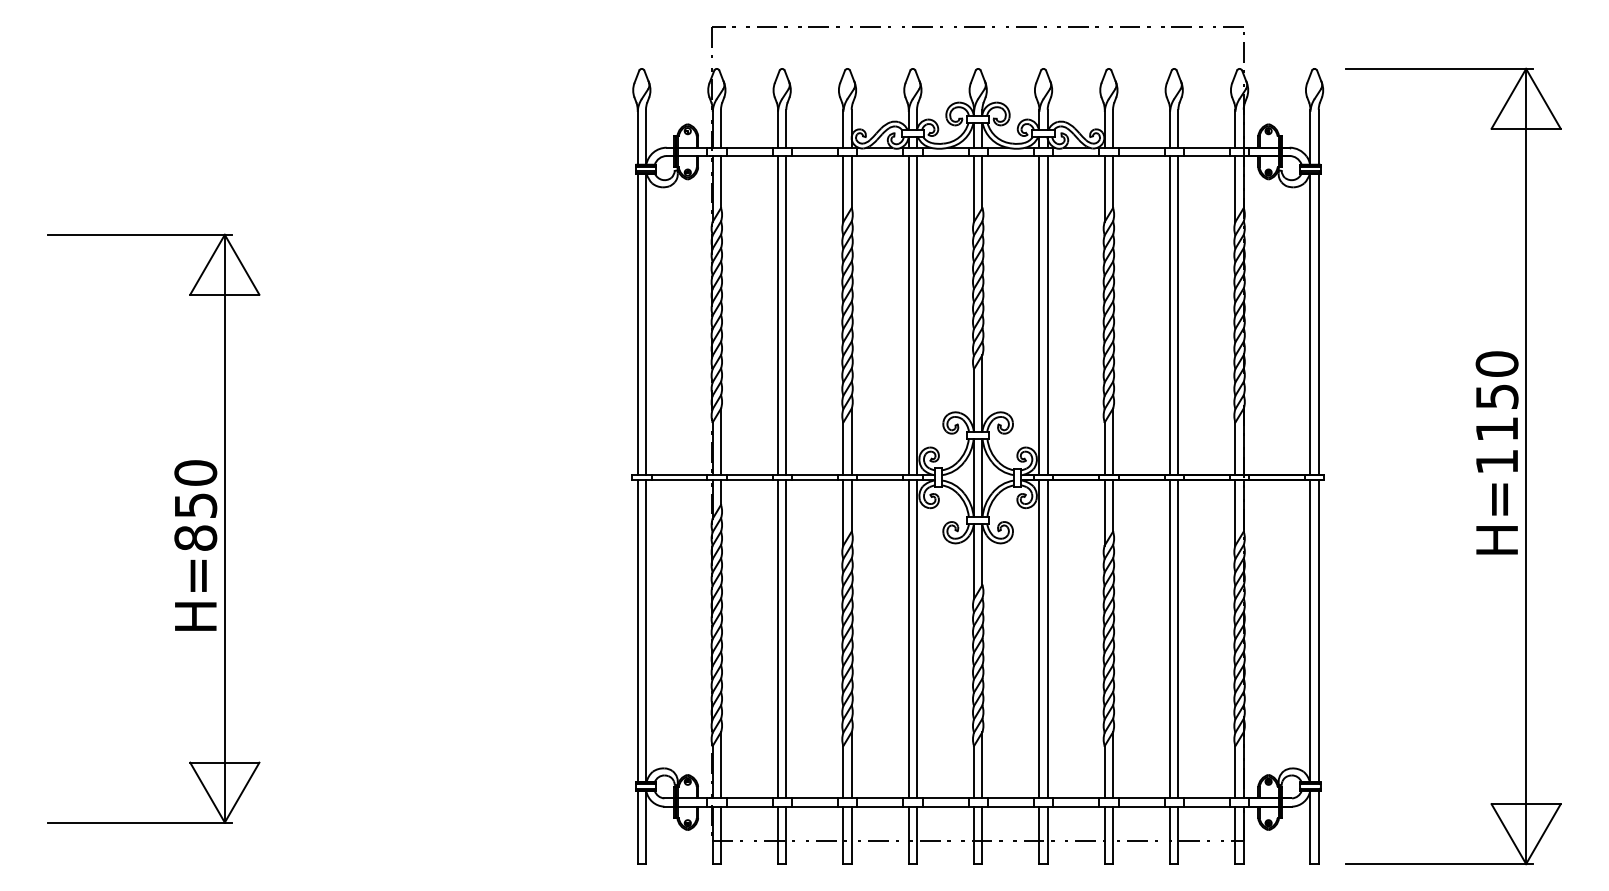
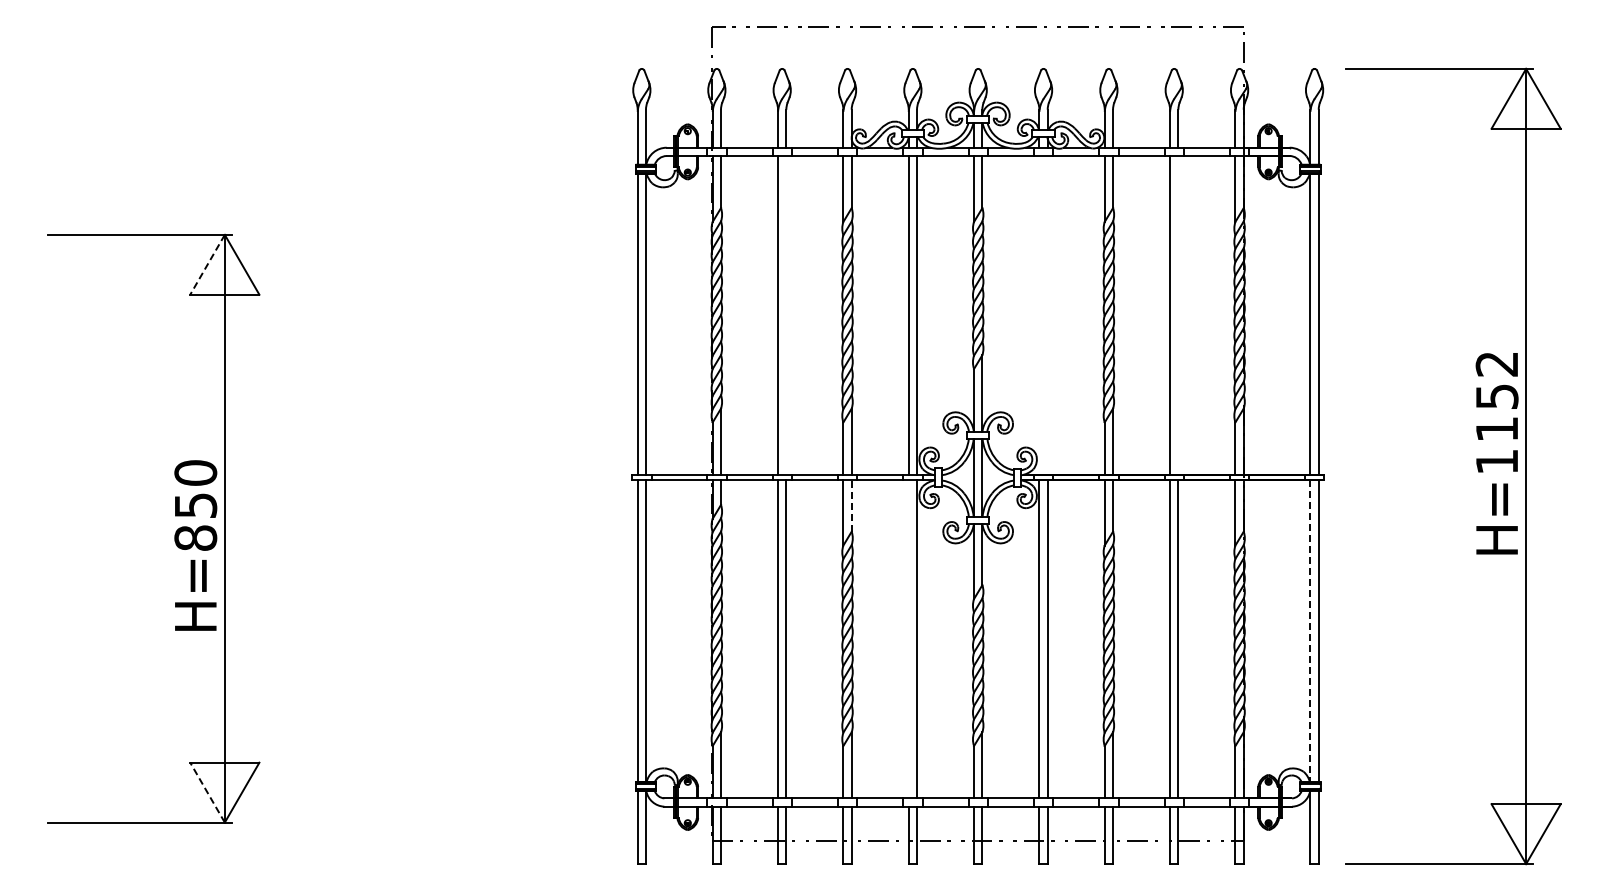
line at (207, 264): solid -> dashed
line at (786, 315): present -> none
line at (1039, 315): present -> none
line at (1047, 315): present -> none
line at (1178, 315): present -> none
text at (1496, 363): H=1150 -> H=1152
line at (851, 505): solid -> dashed
line at (1310, 631): solid -> dashed
line at (908, 638): present -> none
line at (207, 792): solid -> dashed
